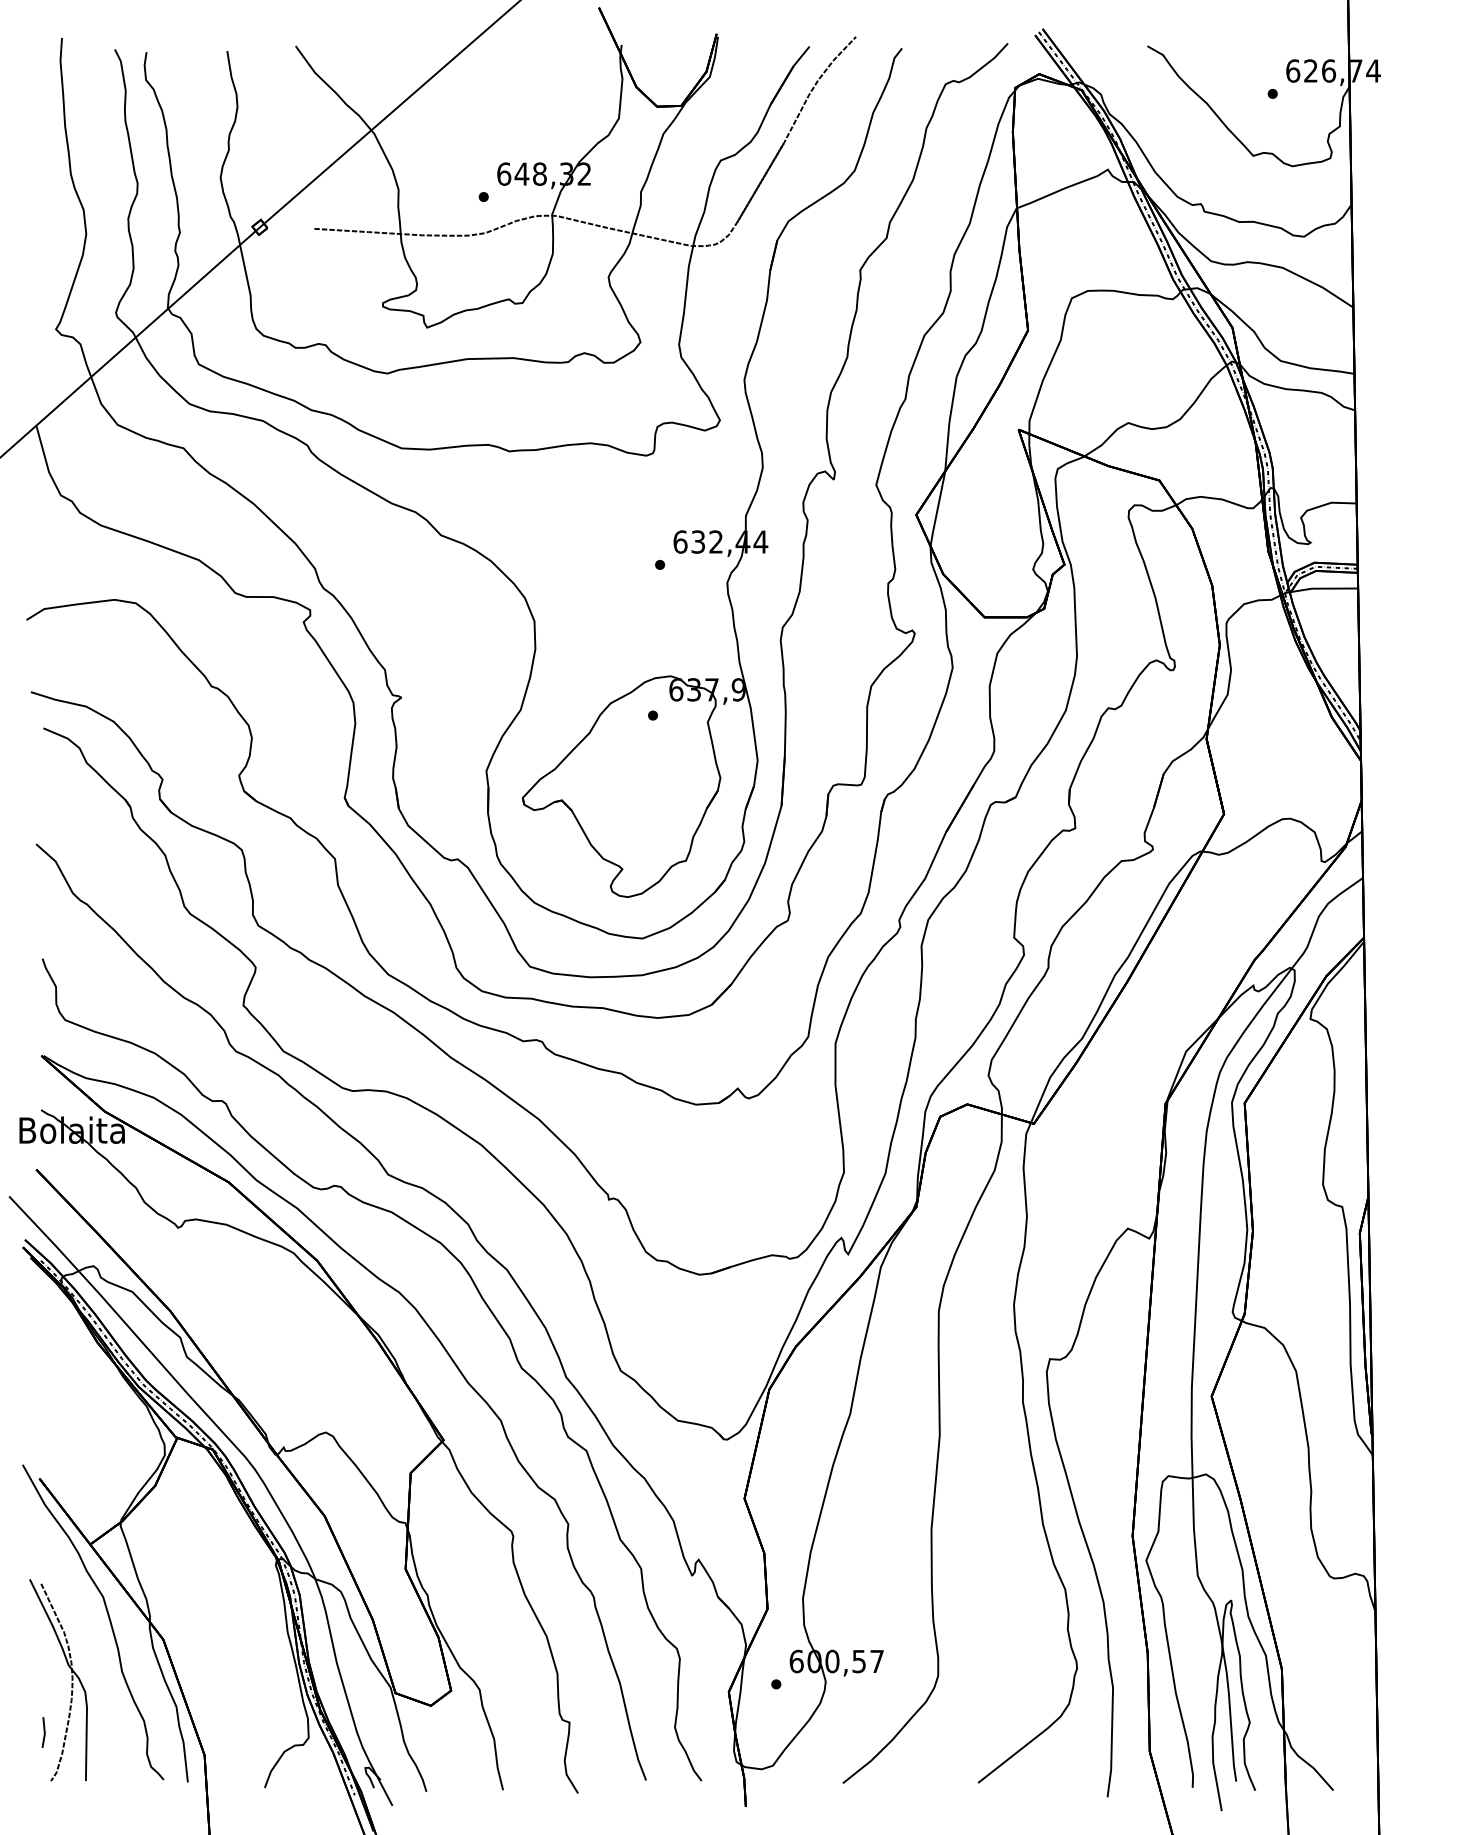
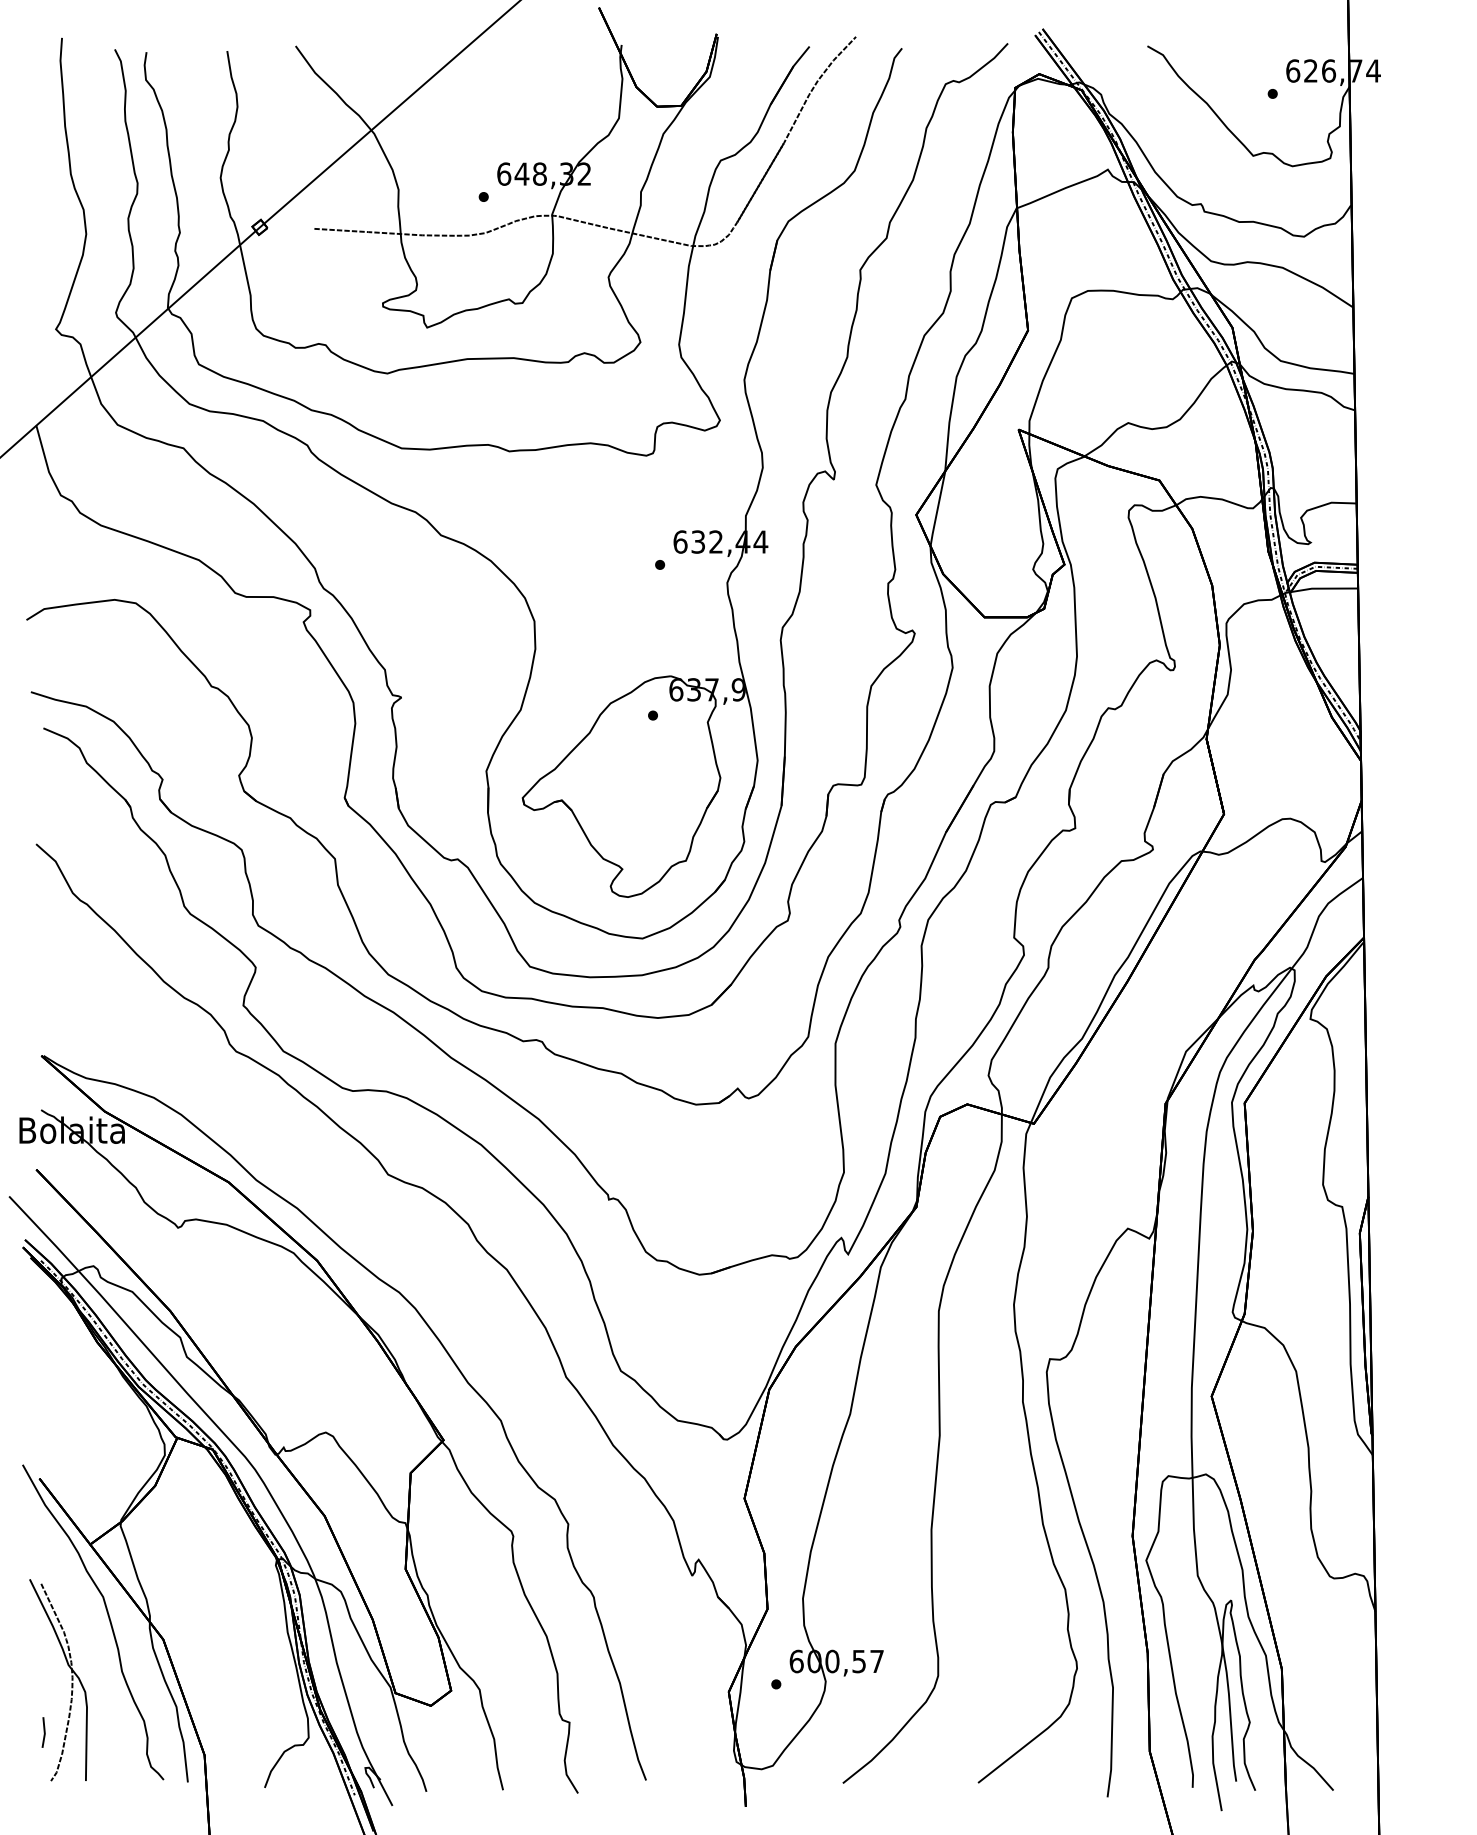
curve at (480, 1297): present -> none
